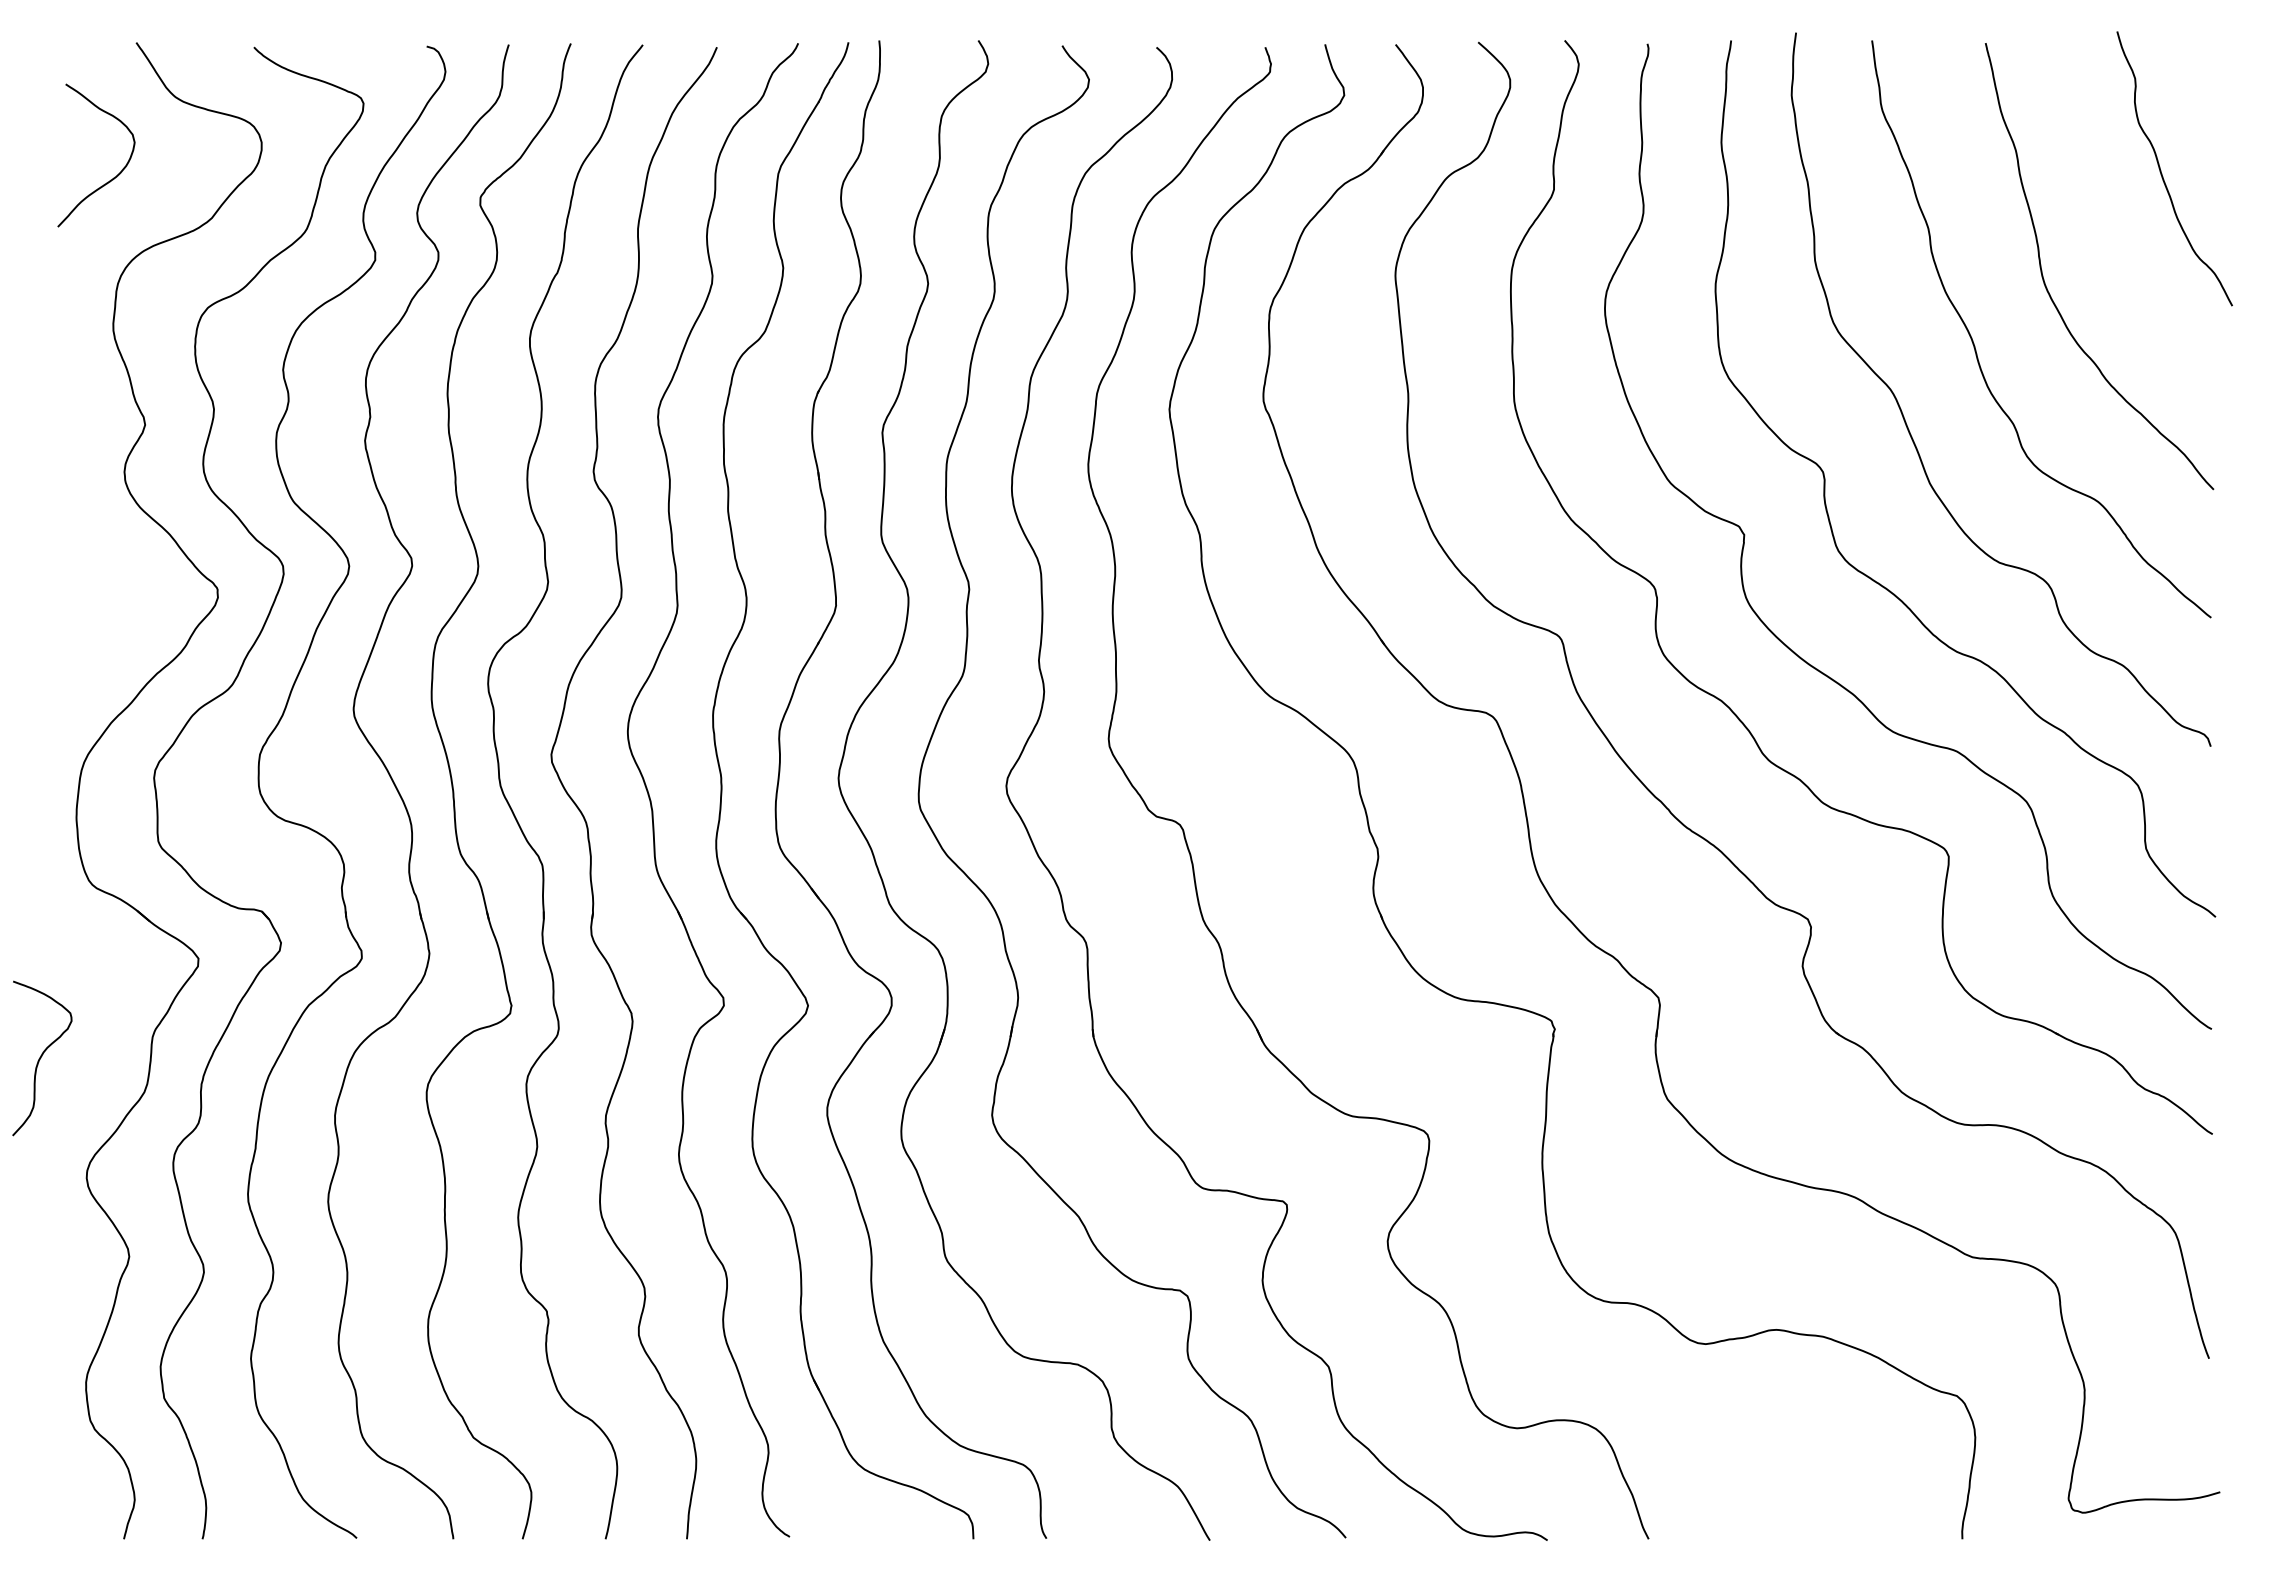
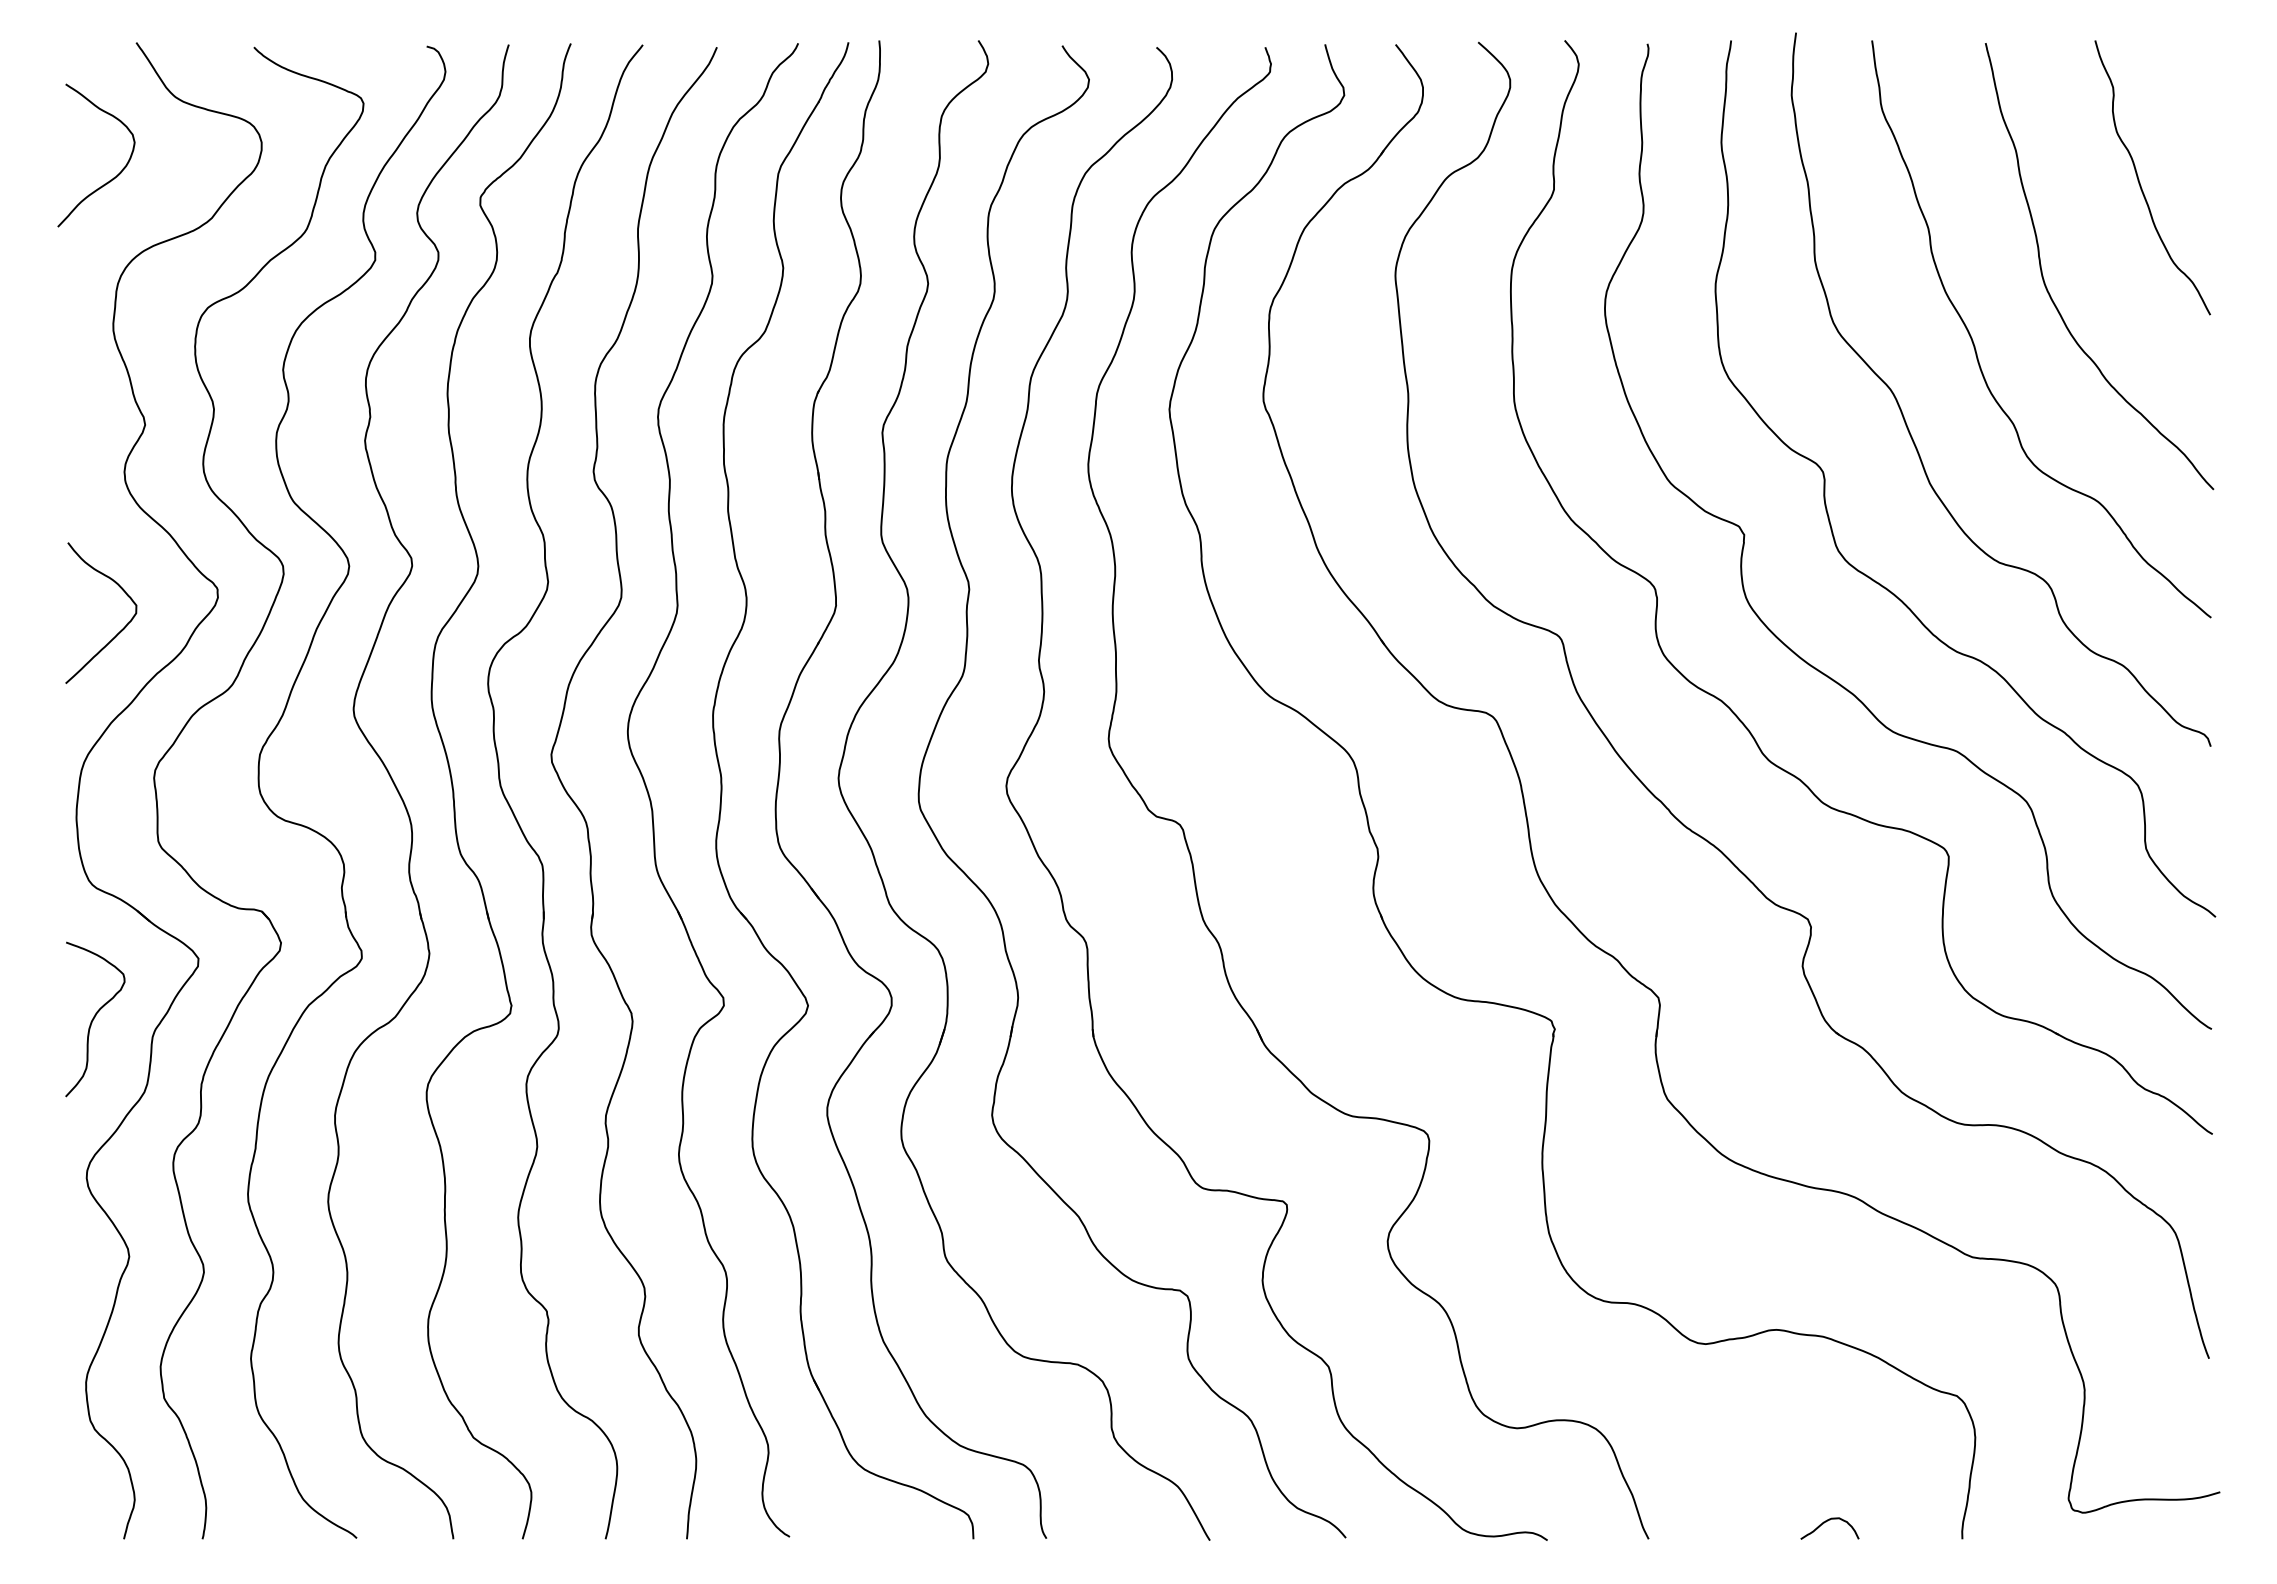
curve at (2162, 173) position: (2162, 173) -> (2140, 182)
curve at (120, 630): none -> present
curve at (41, 1058) position: (41, 1058) -> (94, 1019)
curve at (1826, 1522): none -> present
